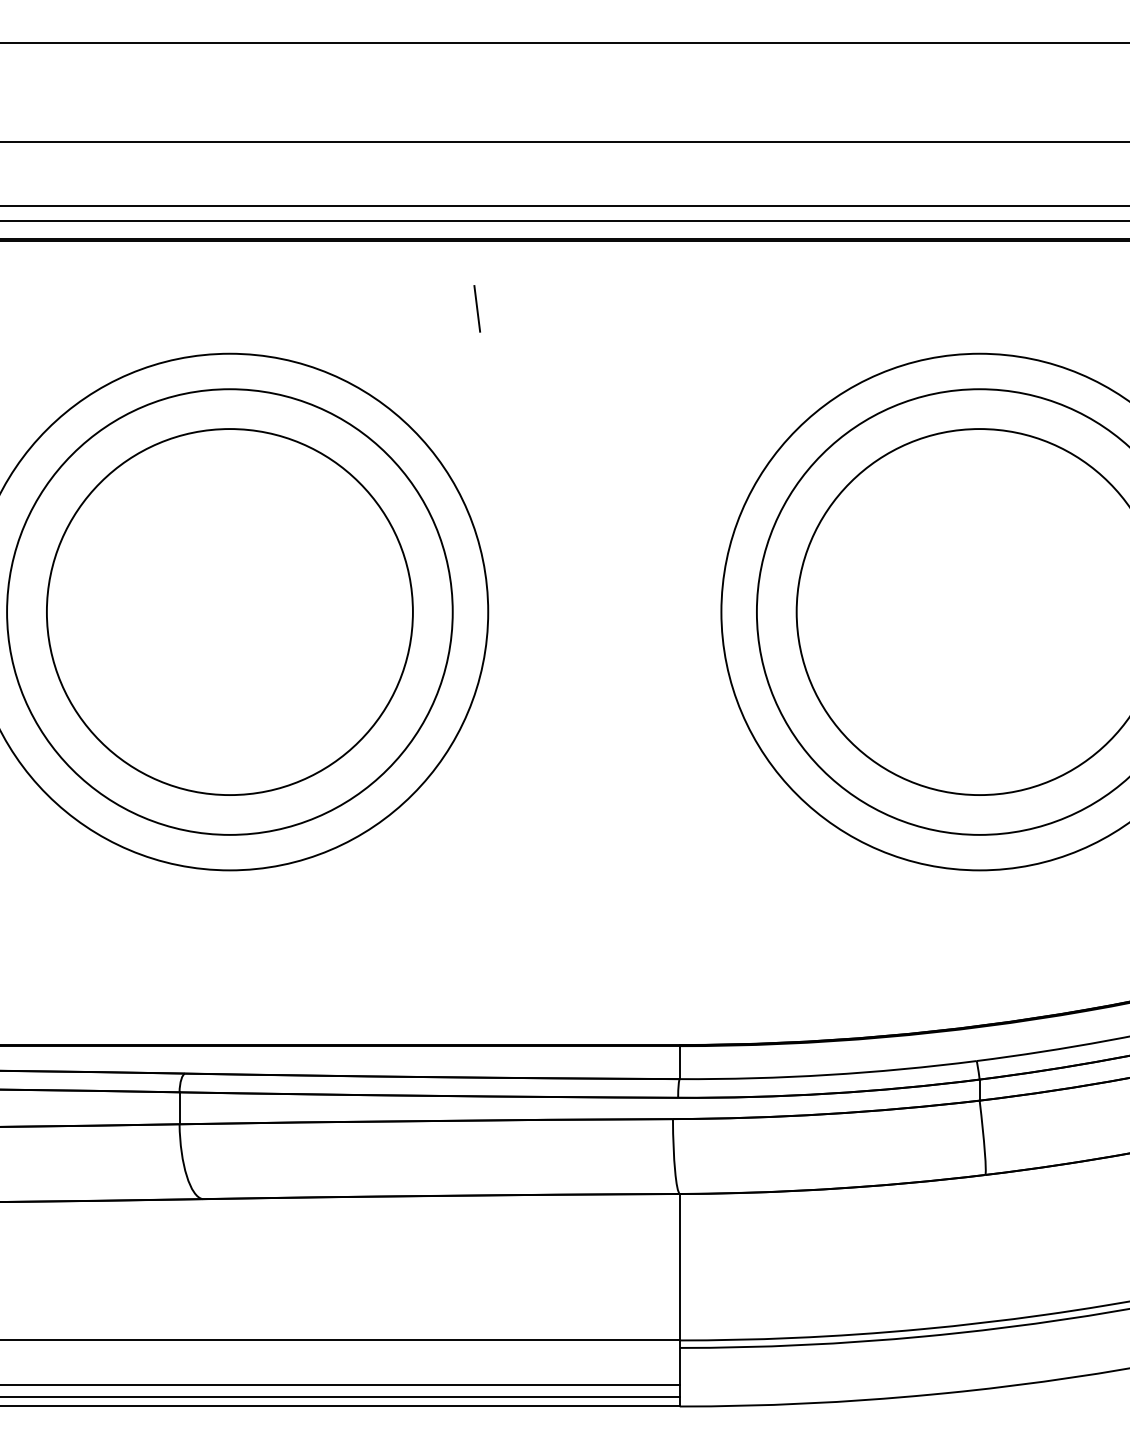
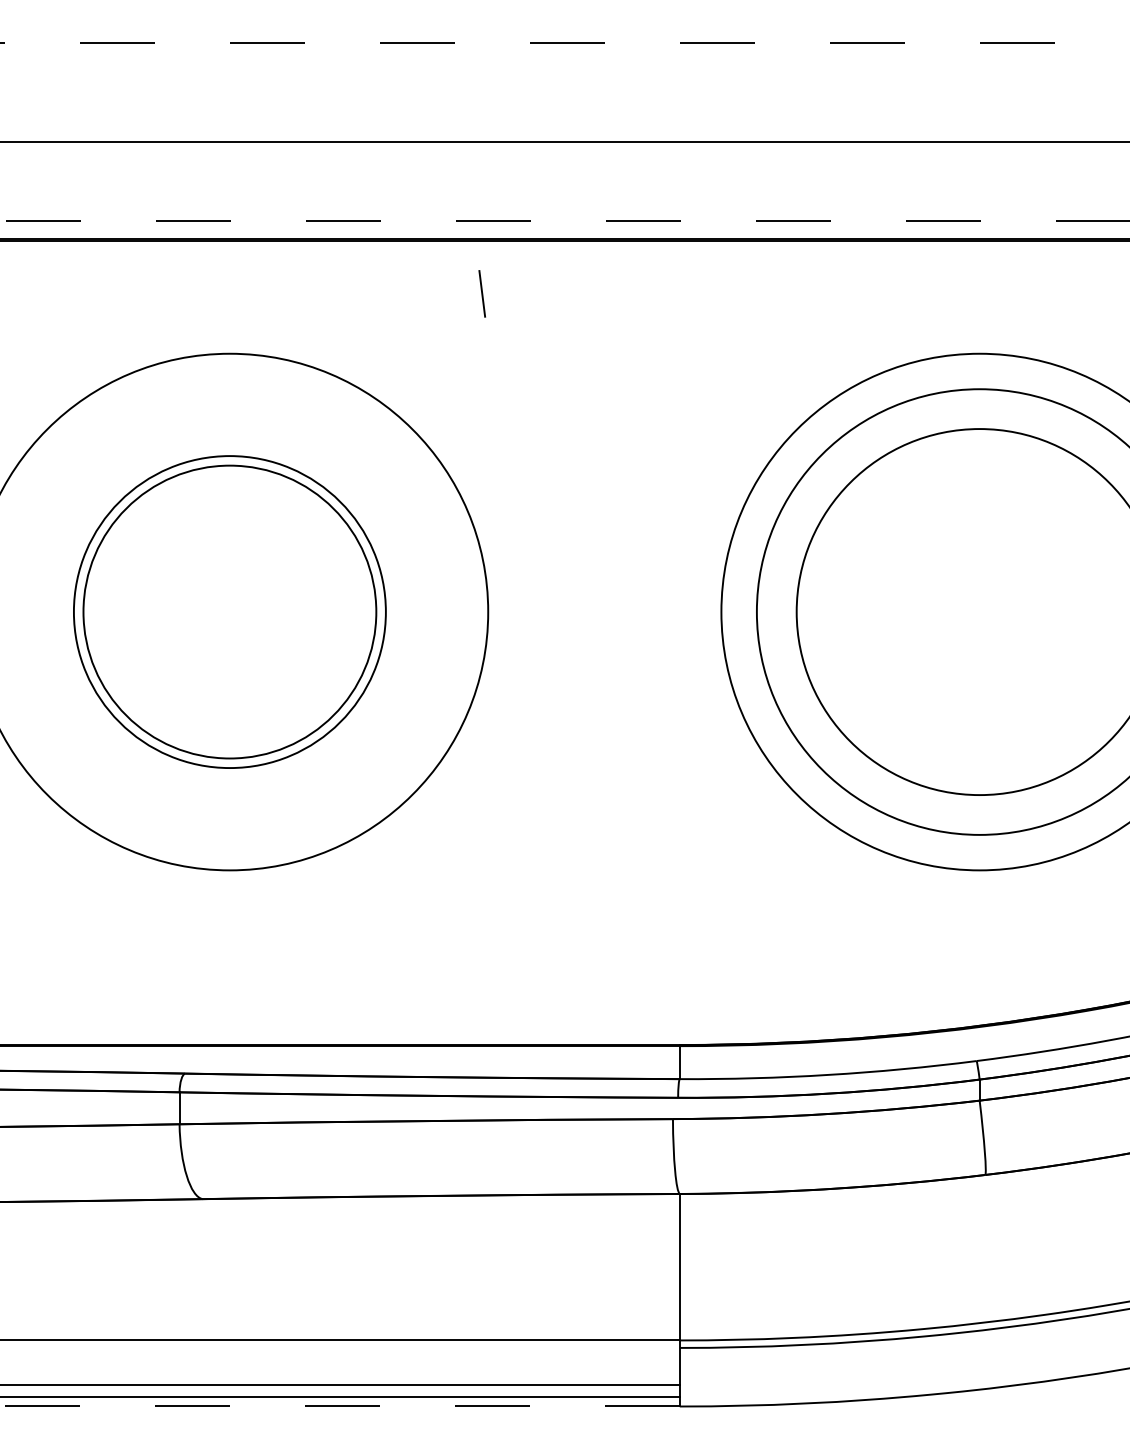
line at (564, 43): solid -> dashed
line at (564, 205): present -> none
line at (565, 220): solid -> dashed
line at (476, 308) position: (476, 308) -> (481, 293)
circle at (229, 611) diameter: 446 px -> 312 px
circle at (229, 612) diameter: 366 px -> 293 px
line at (339, 1406): solid -> dashed
